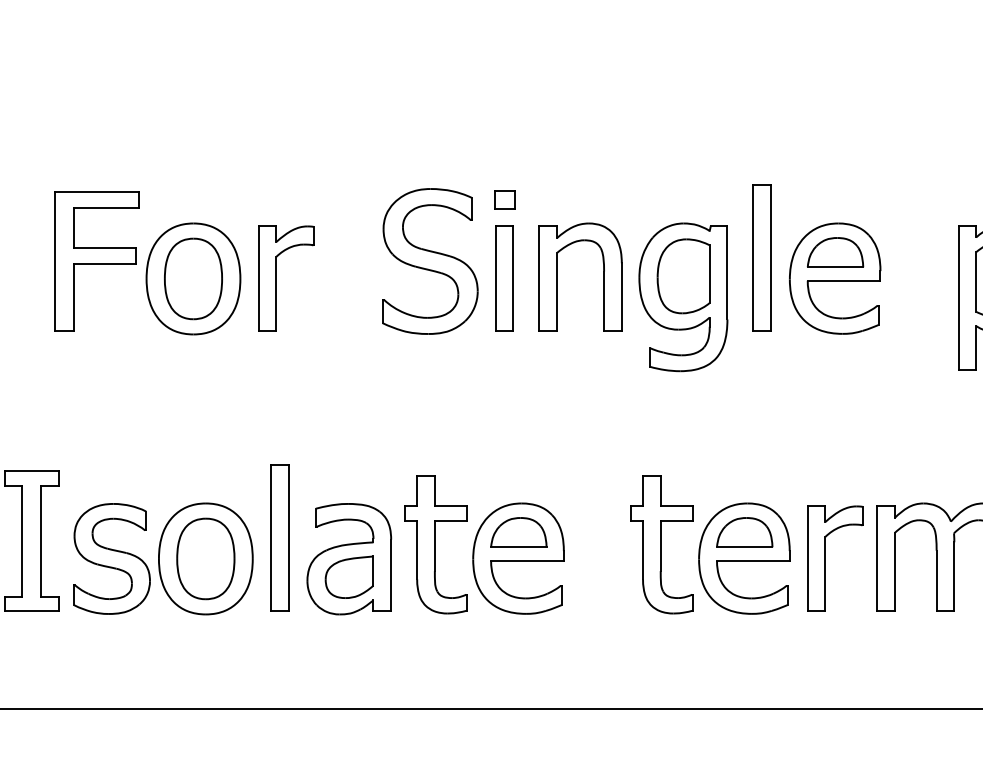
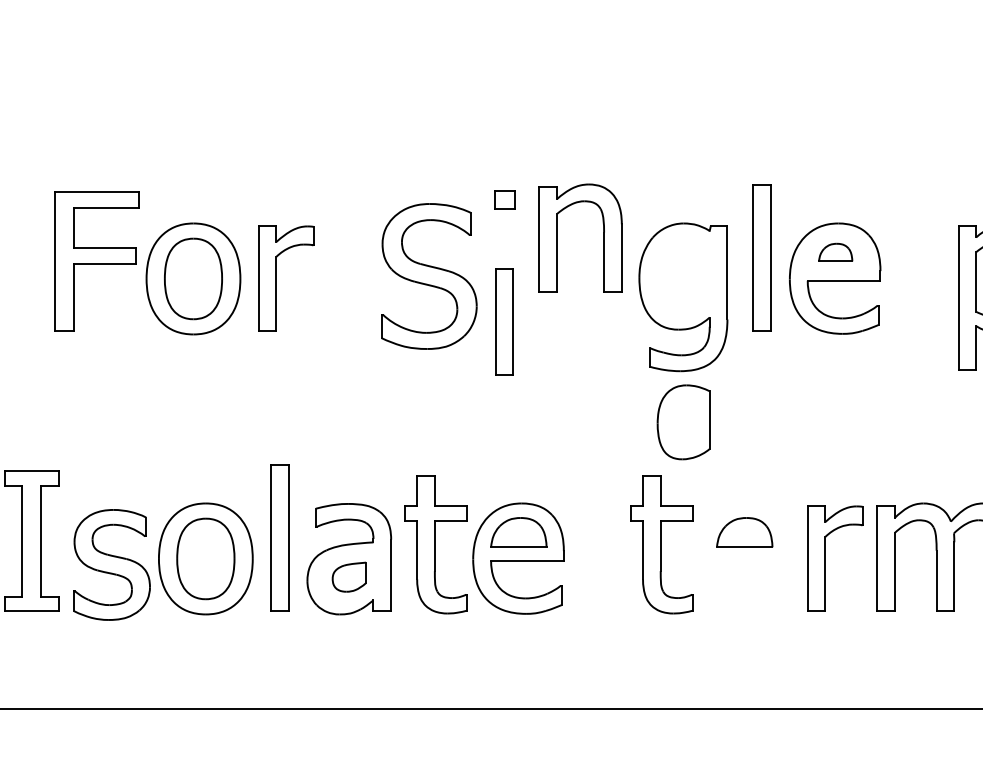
part at (835, 252) size: 58x31 px -> 36x20 px
part at (430, 261) position: (430, 261) -> (429, 276)
part at (557, 276) position: (557, 276) -> (557, 237)
part at (683, 276) position: (683, 276) -> (683, 422)
part at (504, 278) position: (504, 278) -> (504, 321)
part at (111, 558) position: (111, 558) -> (111, 564)
part at (744, 558): present -> none
part at (348, 576) size: 50x44 px -> 36x32 px
